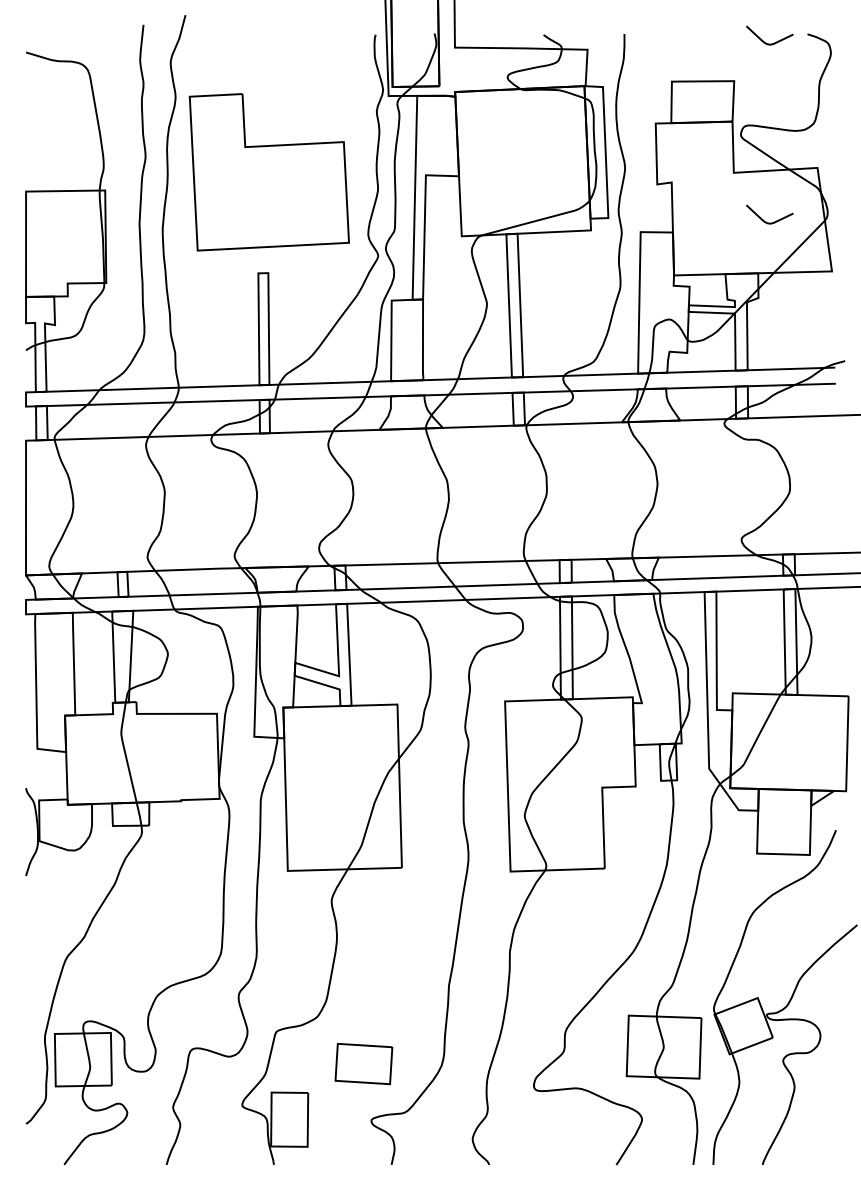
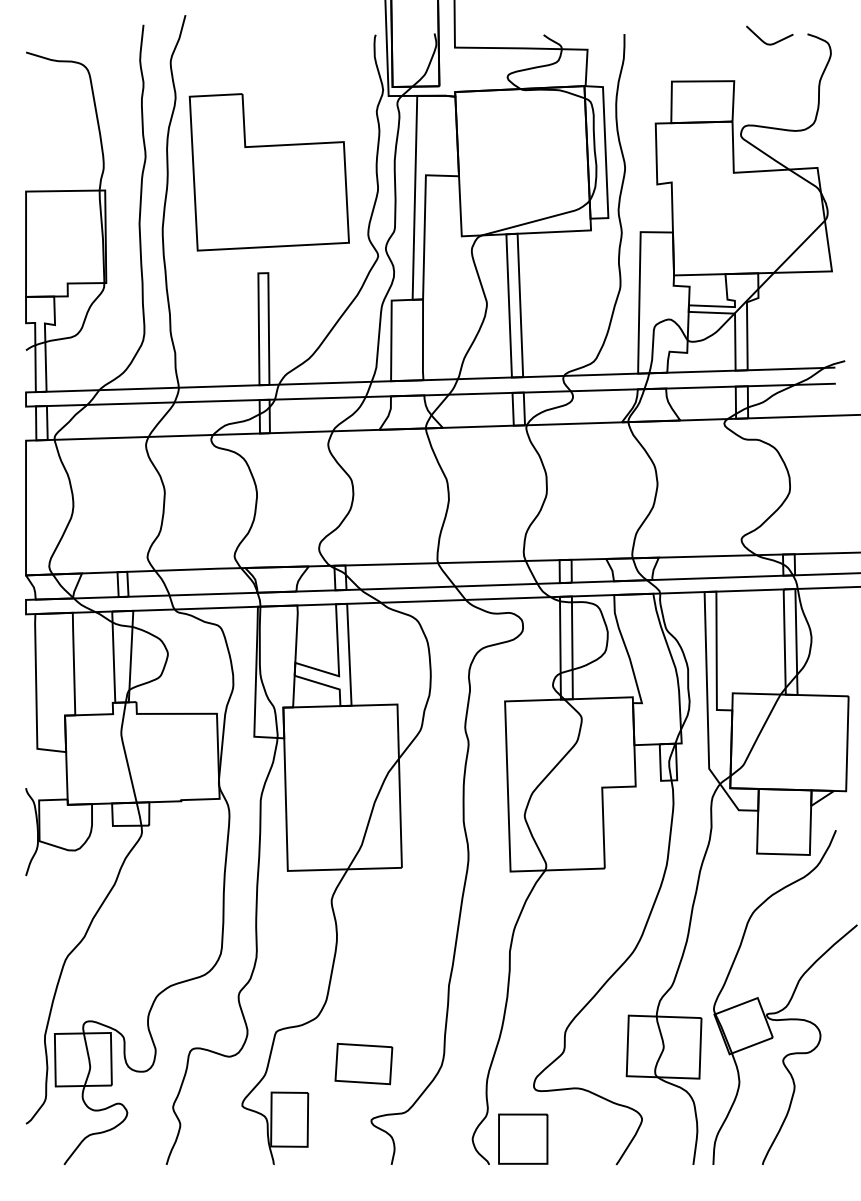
curve at (766, 221): present -> none
part at (523, 1138): none -> present
